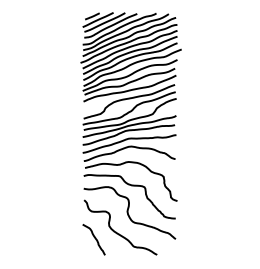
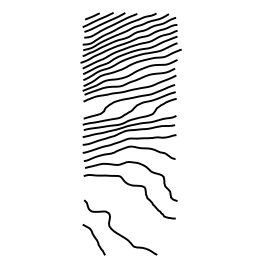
curve at (128, 212): present -> none
